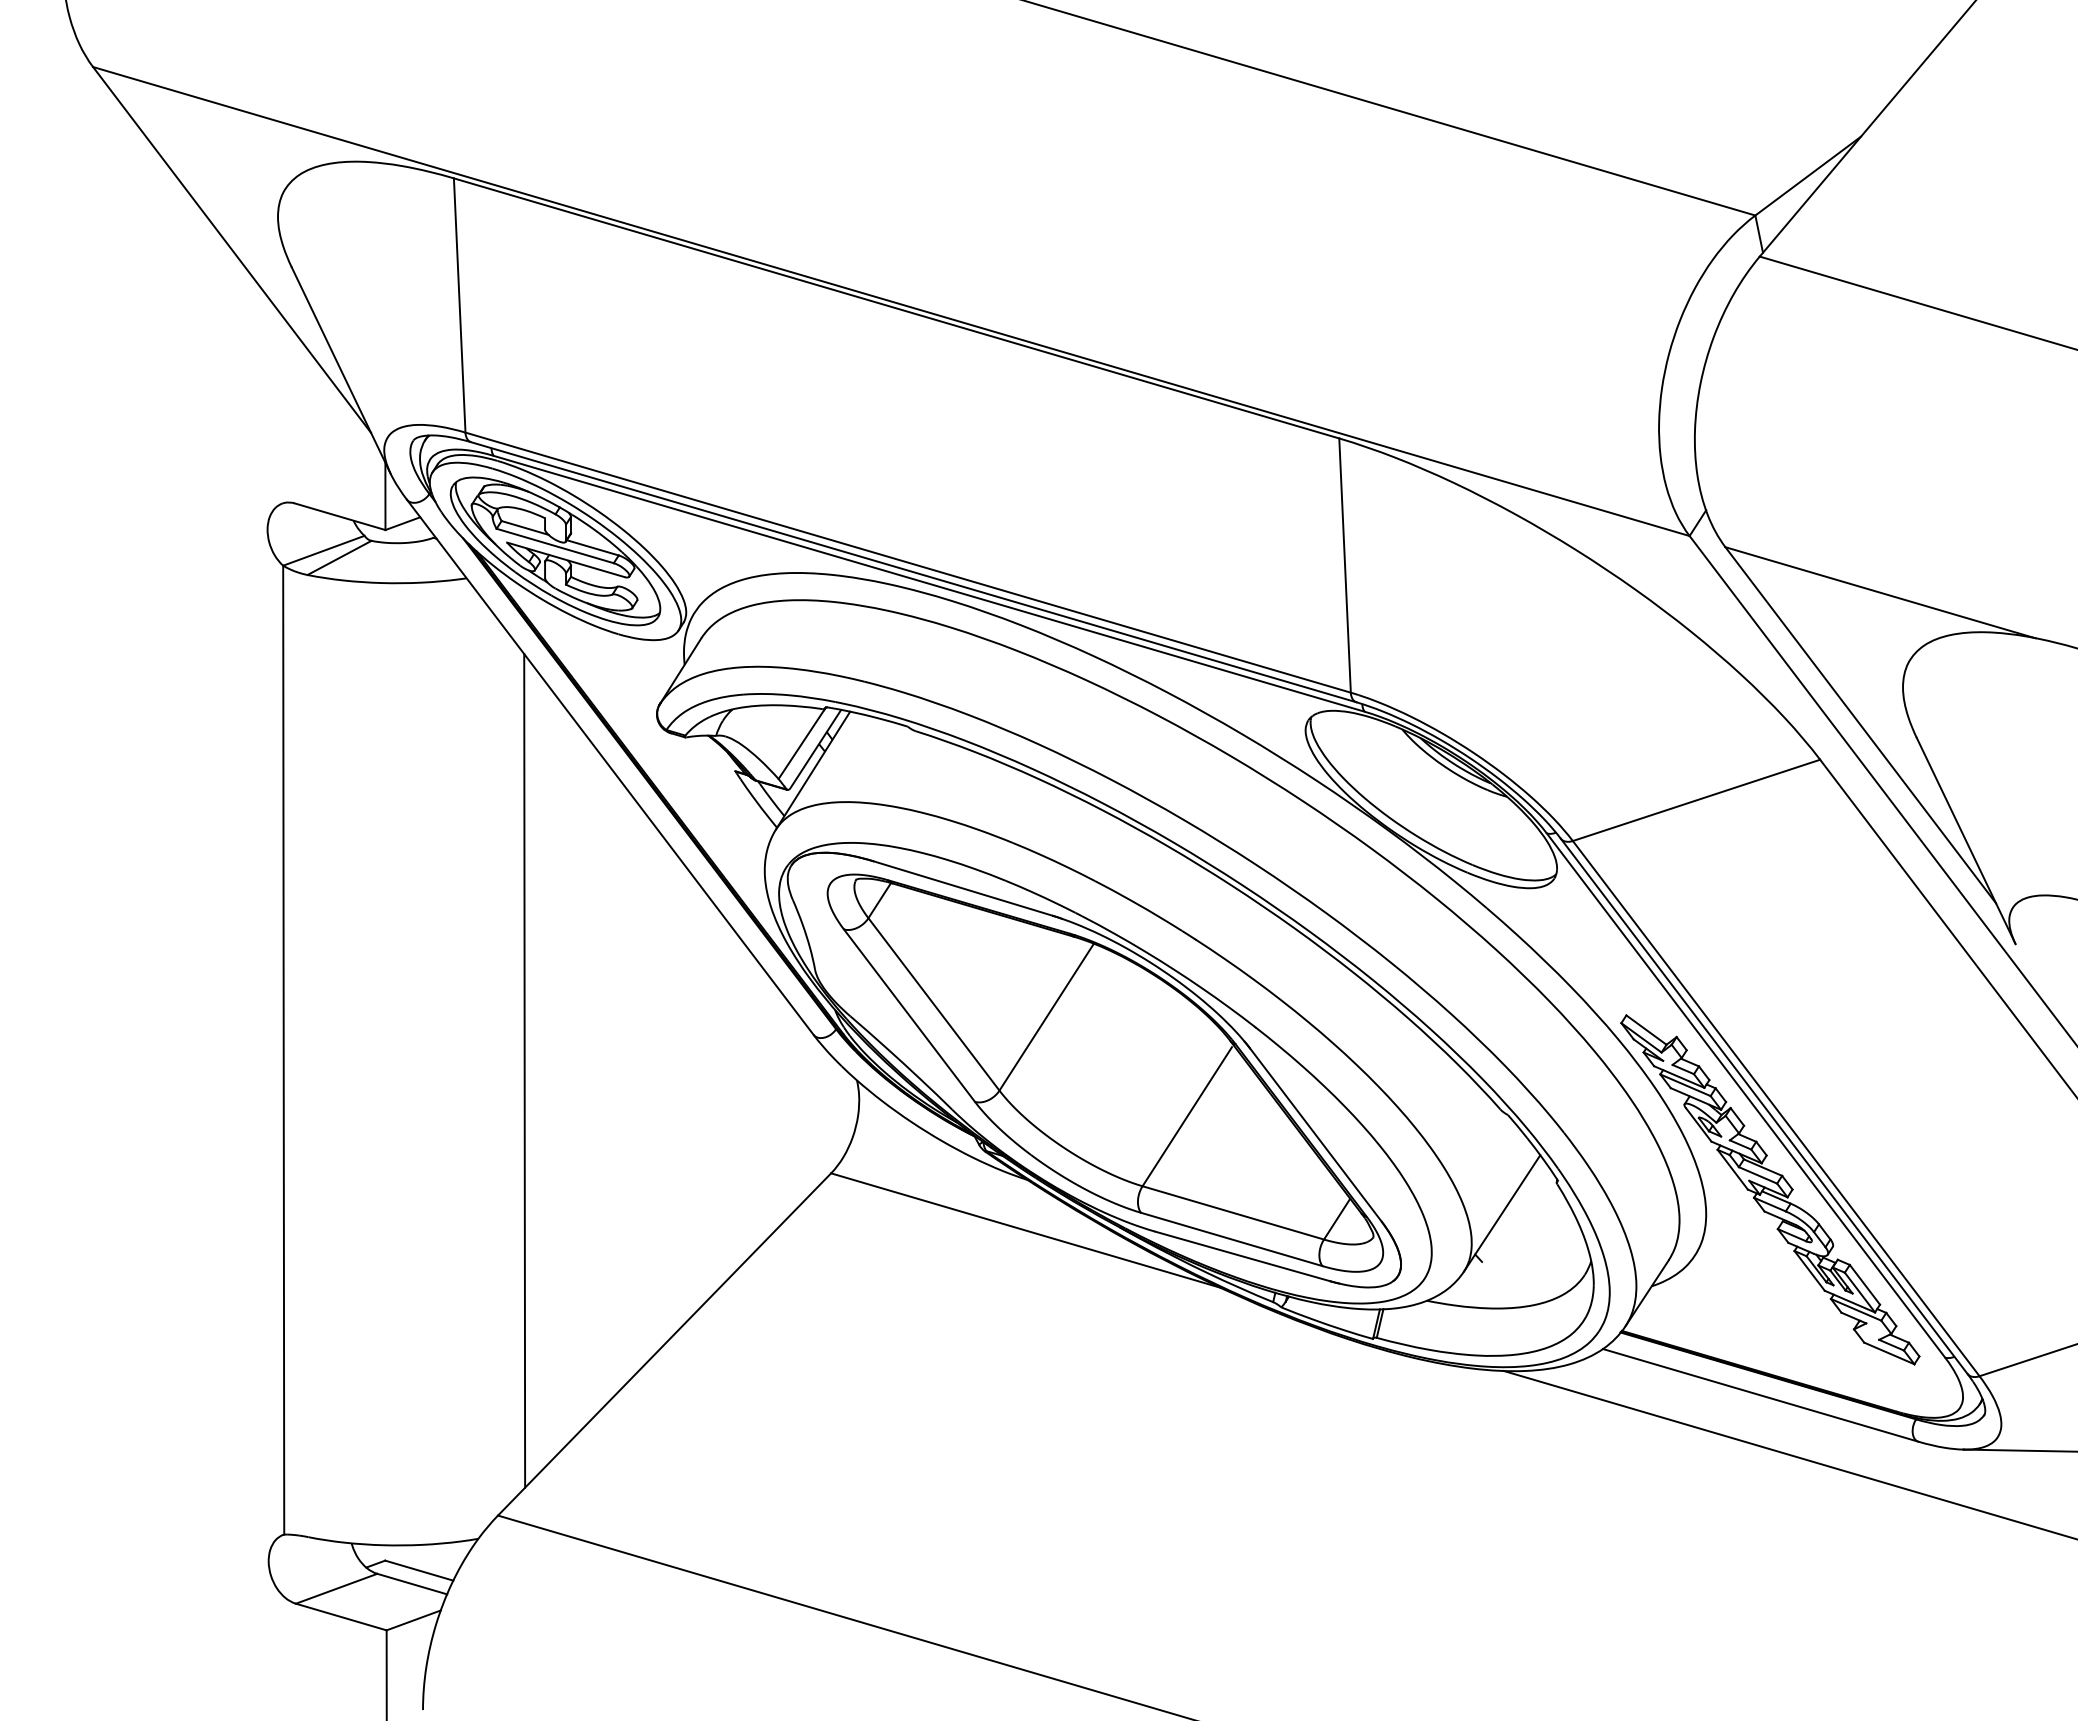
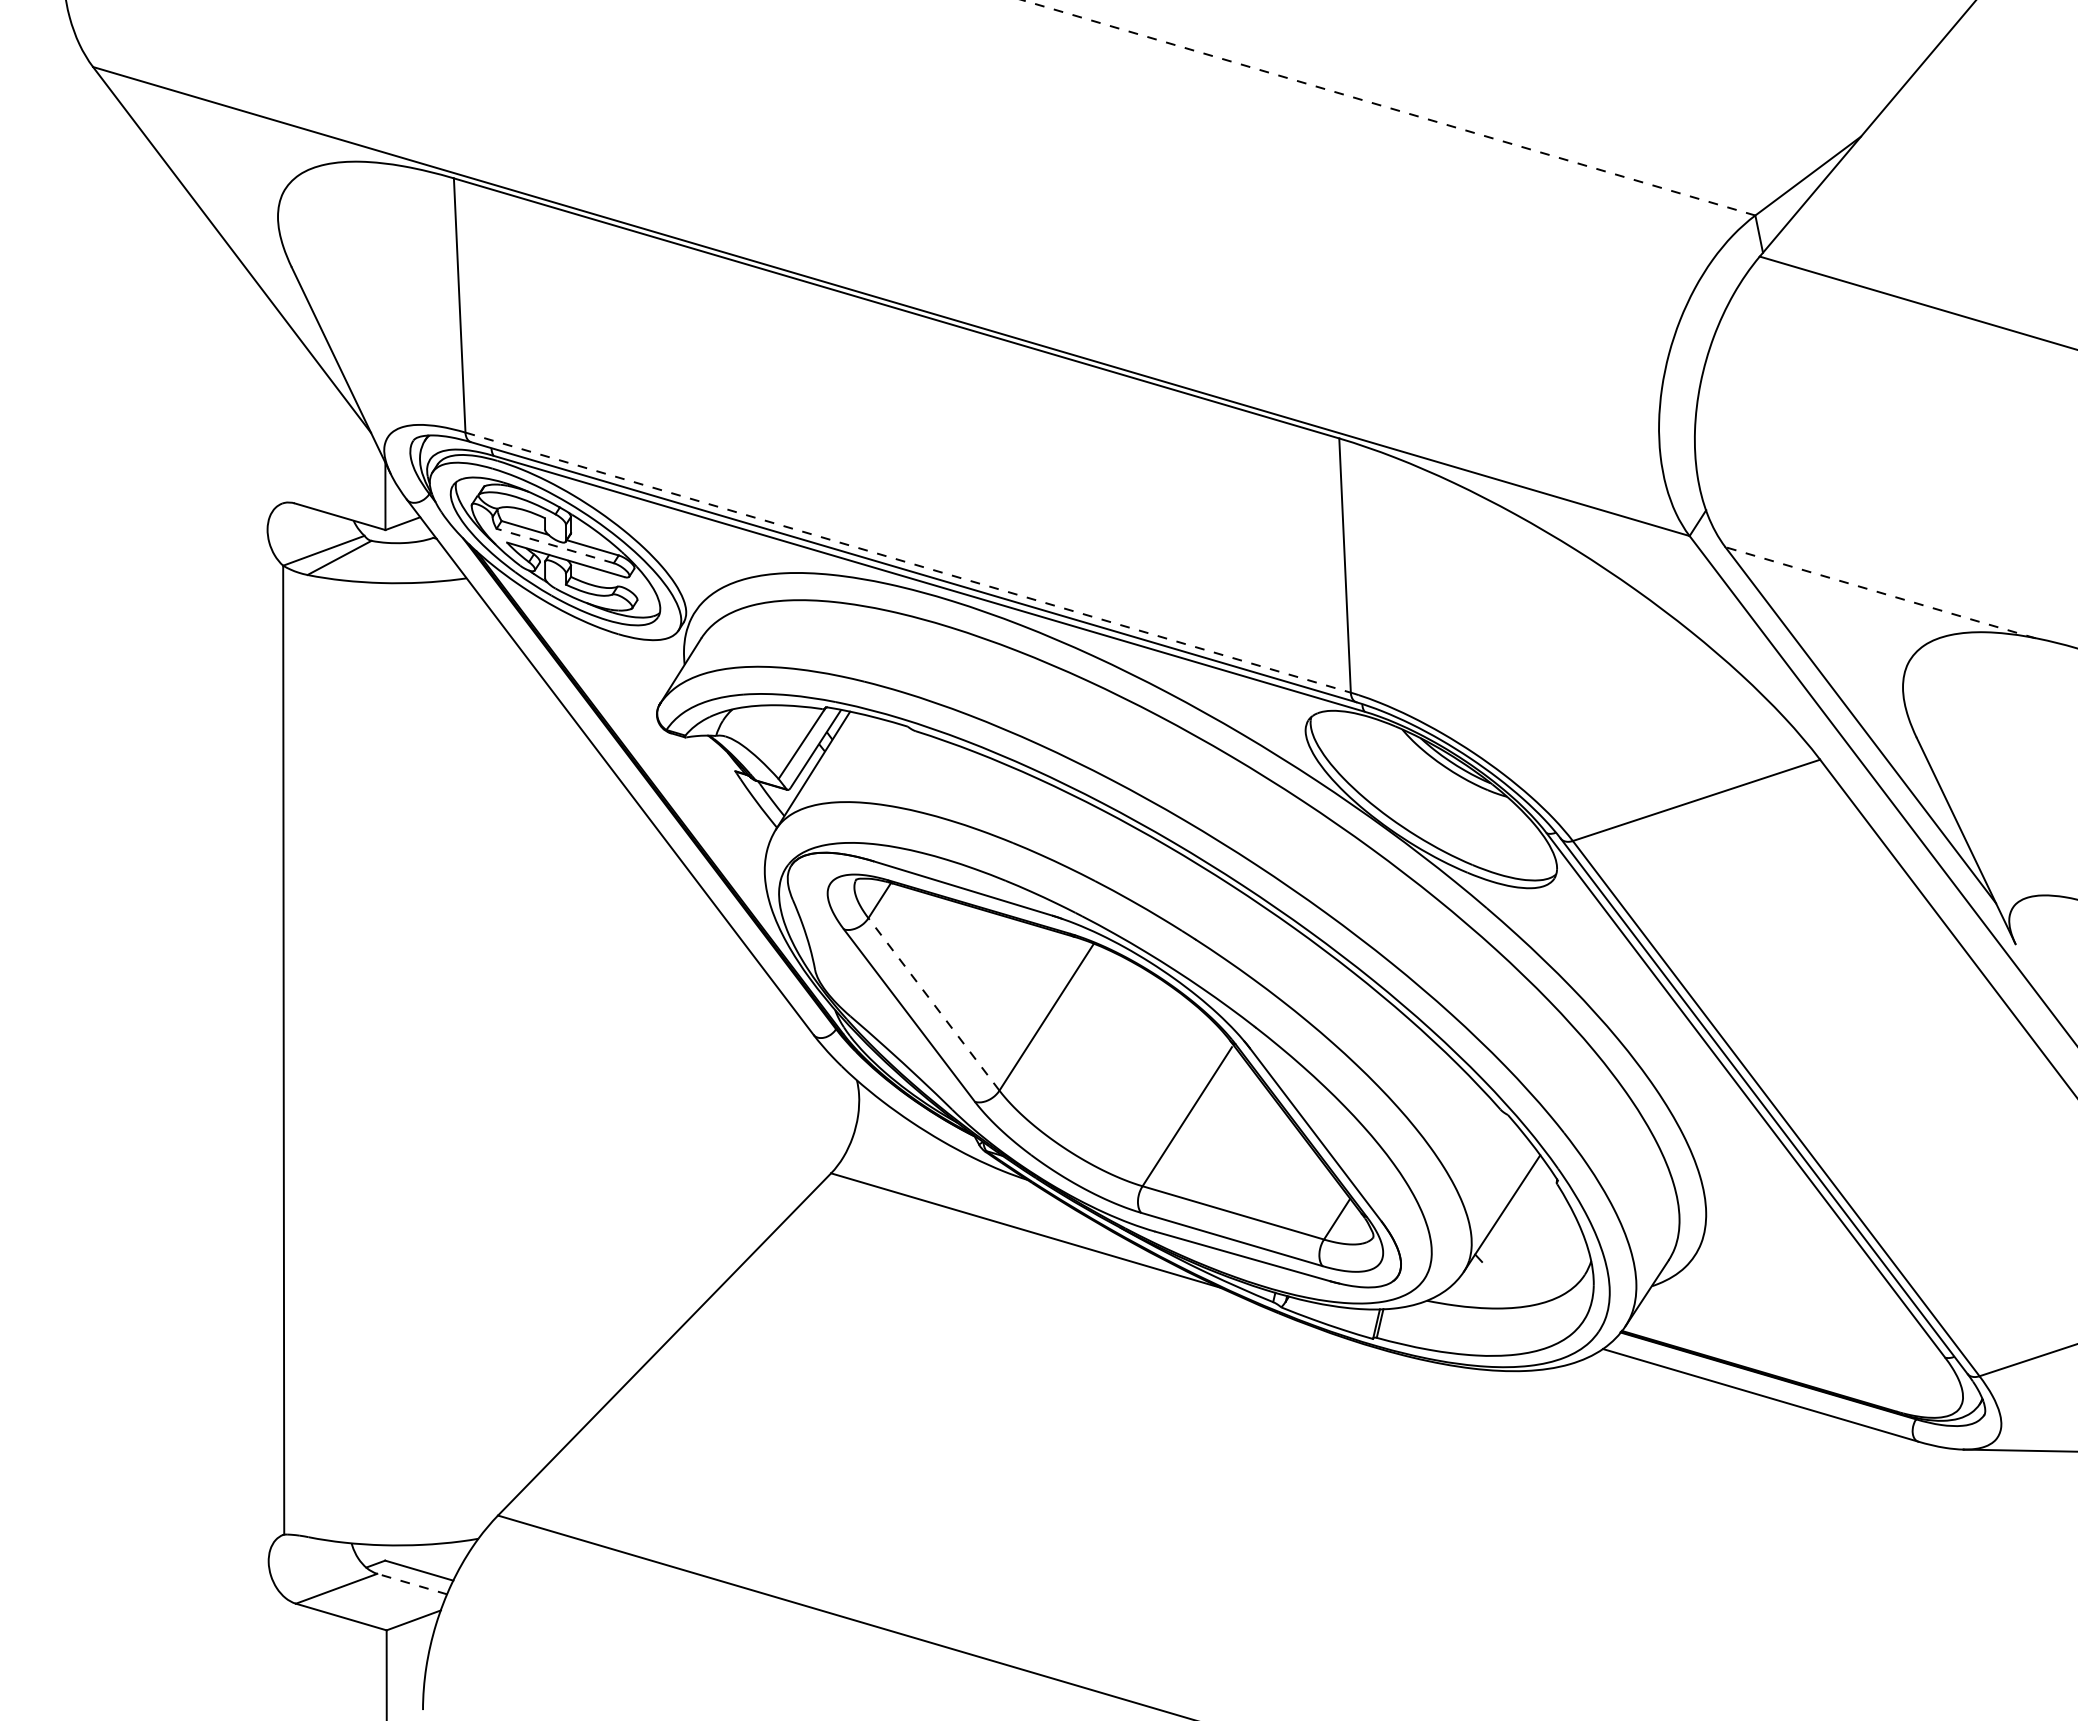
line at (1388, 107): solid -> dashed
line at (554, 545): solid -> dashed
line at (908, 562): solid -> dashed
line at (1880, 592): solid -> dashed
line at (933, 1004): solid -> dashed
line at (524, 1070): present -> none
part at (1770, 1189): present -> none
line at (1788, 1454): present -> none
line at (411, 1583): solid -> dashed
